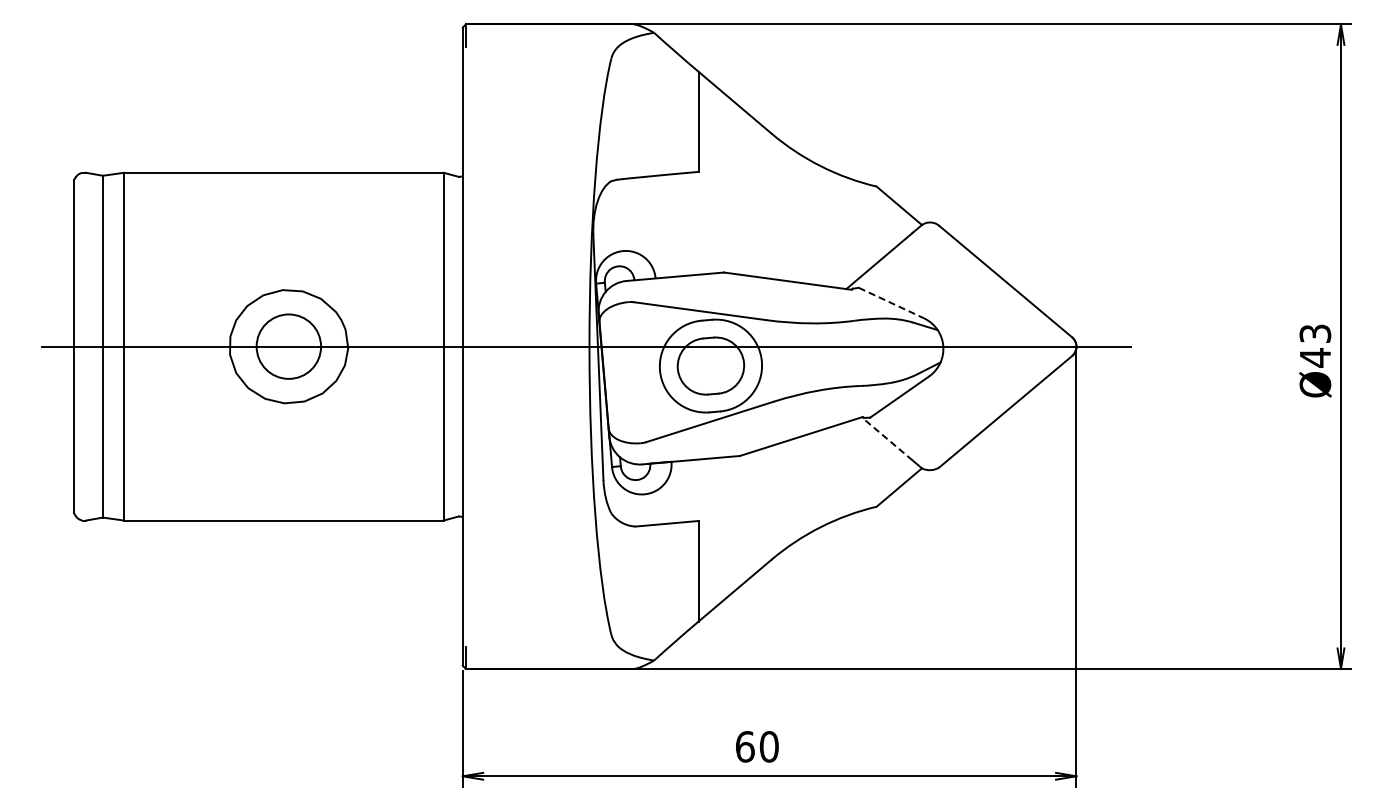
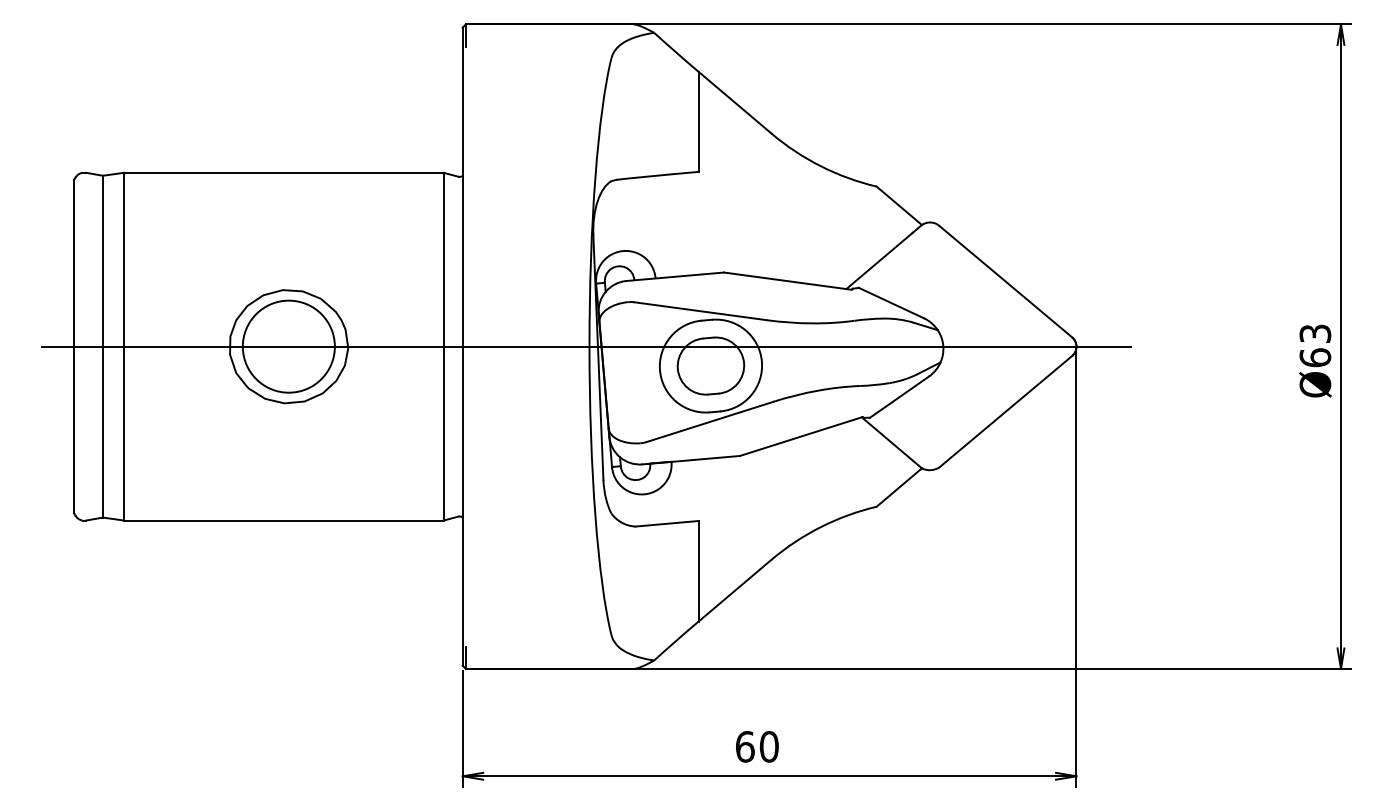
line at (891, 303): dashed -> solid
circle at (288, 346) diameter: 64 px -> 92 px
text at (1315, 357): 43 -> 63
line at (886, 438): dashed -> solid
